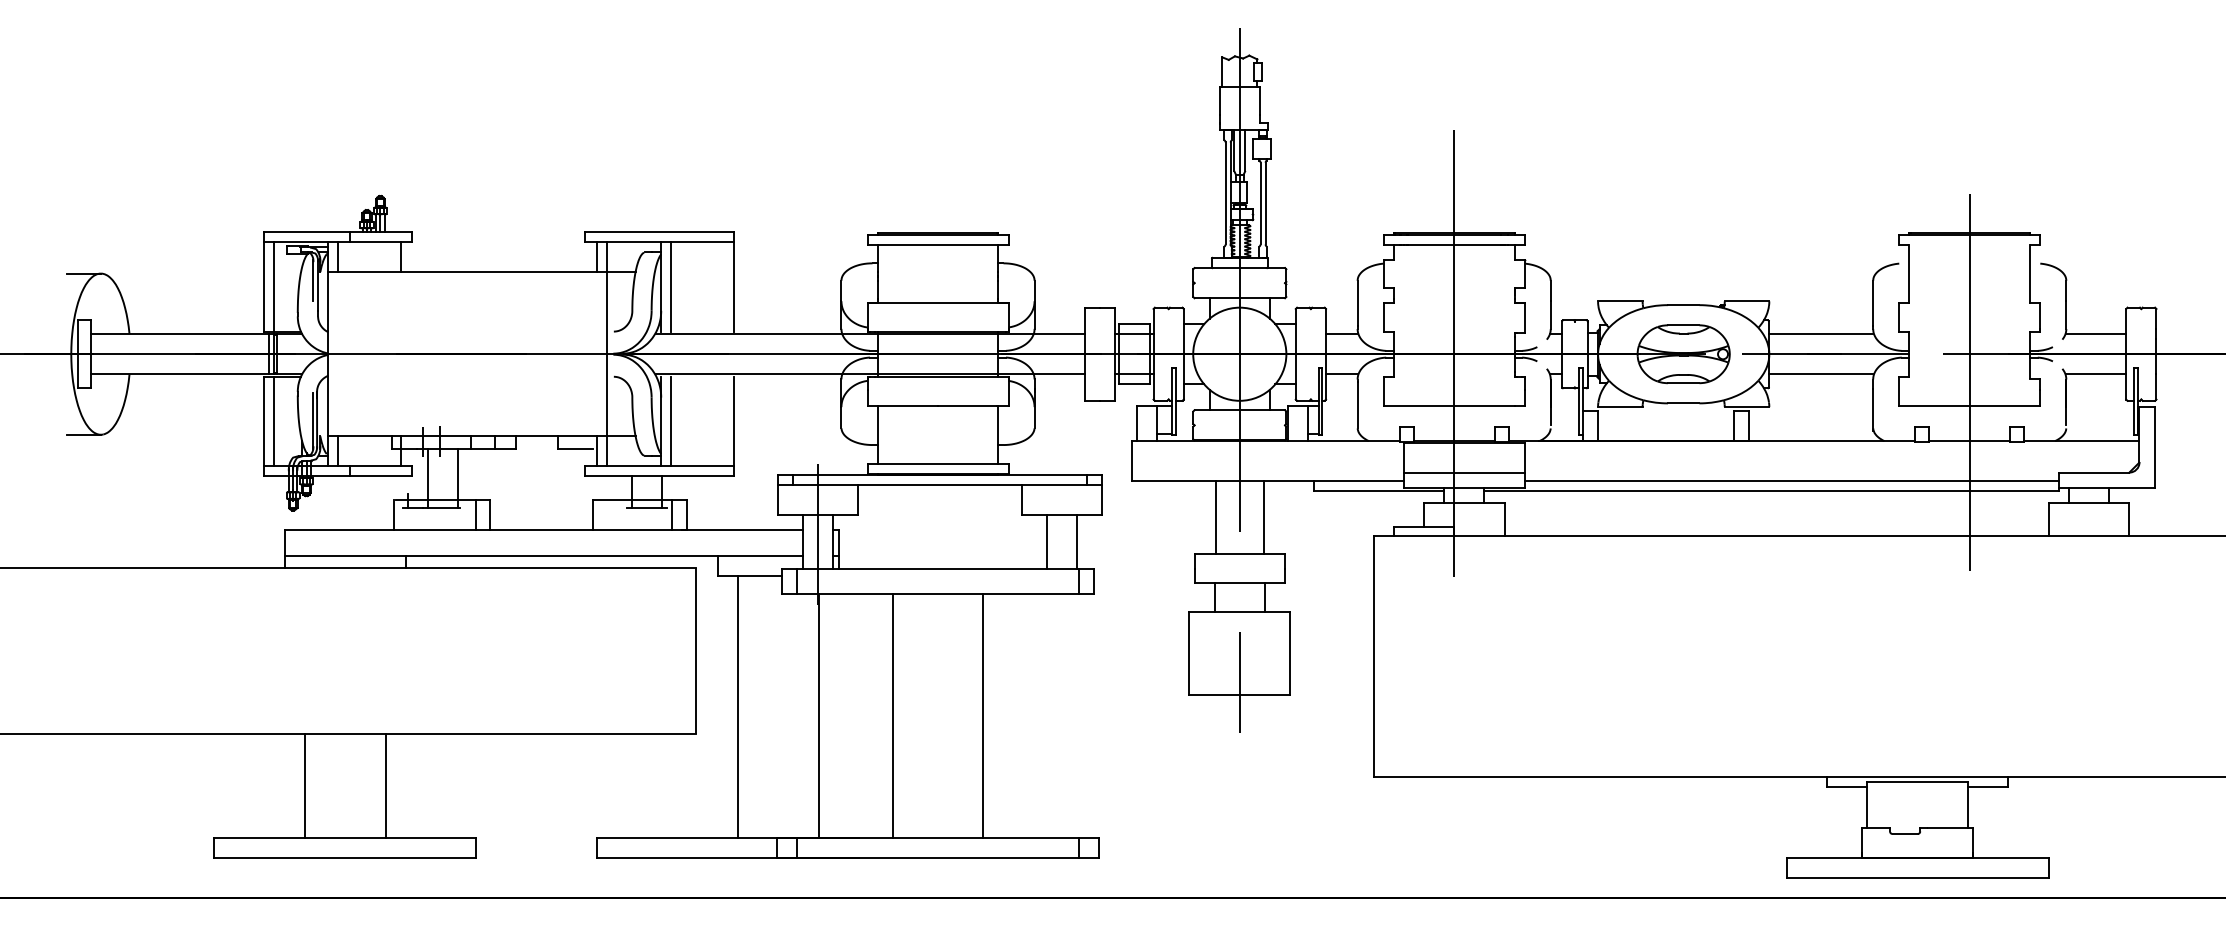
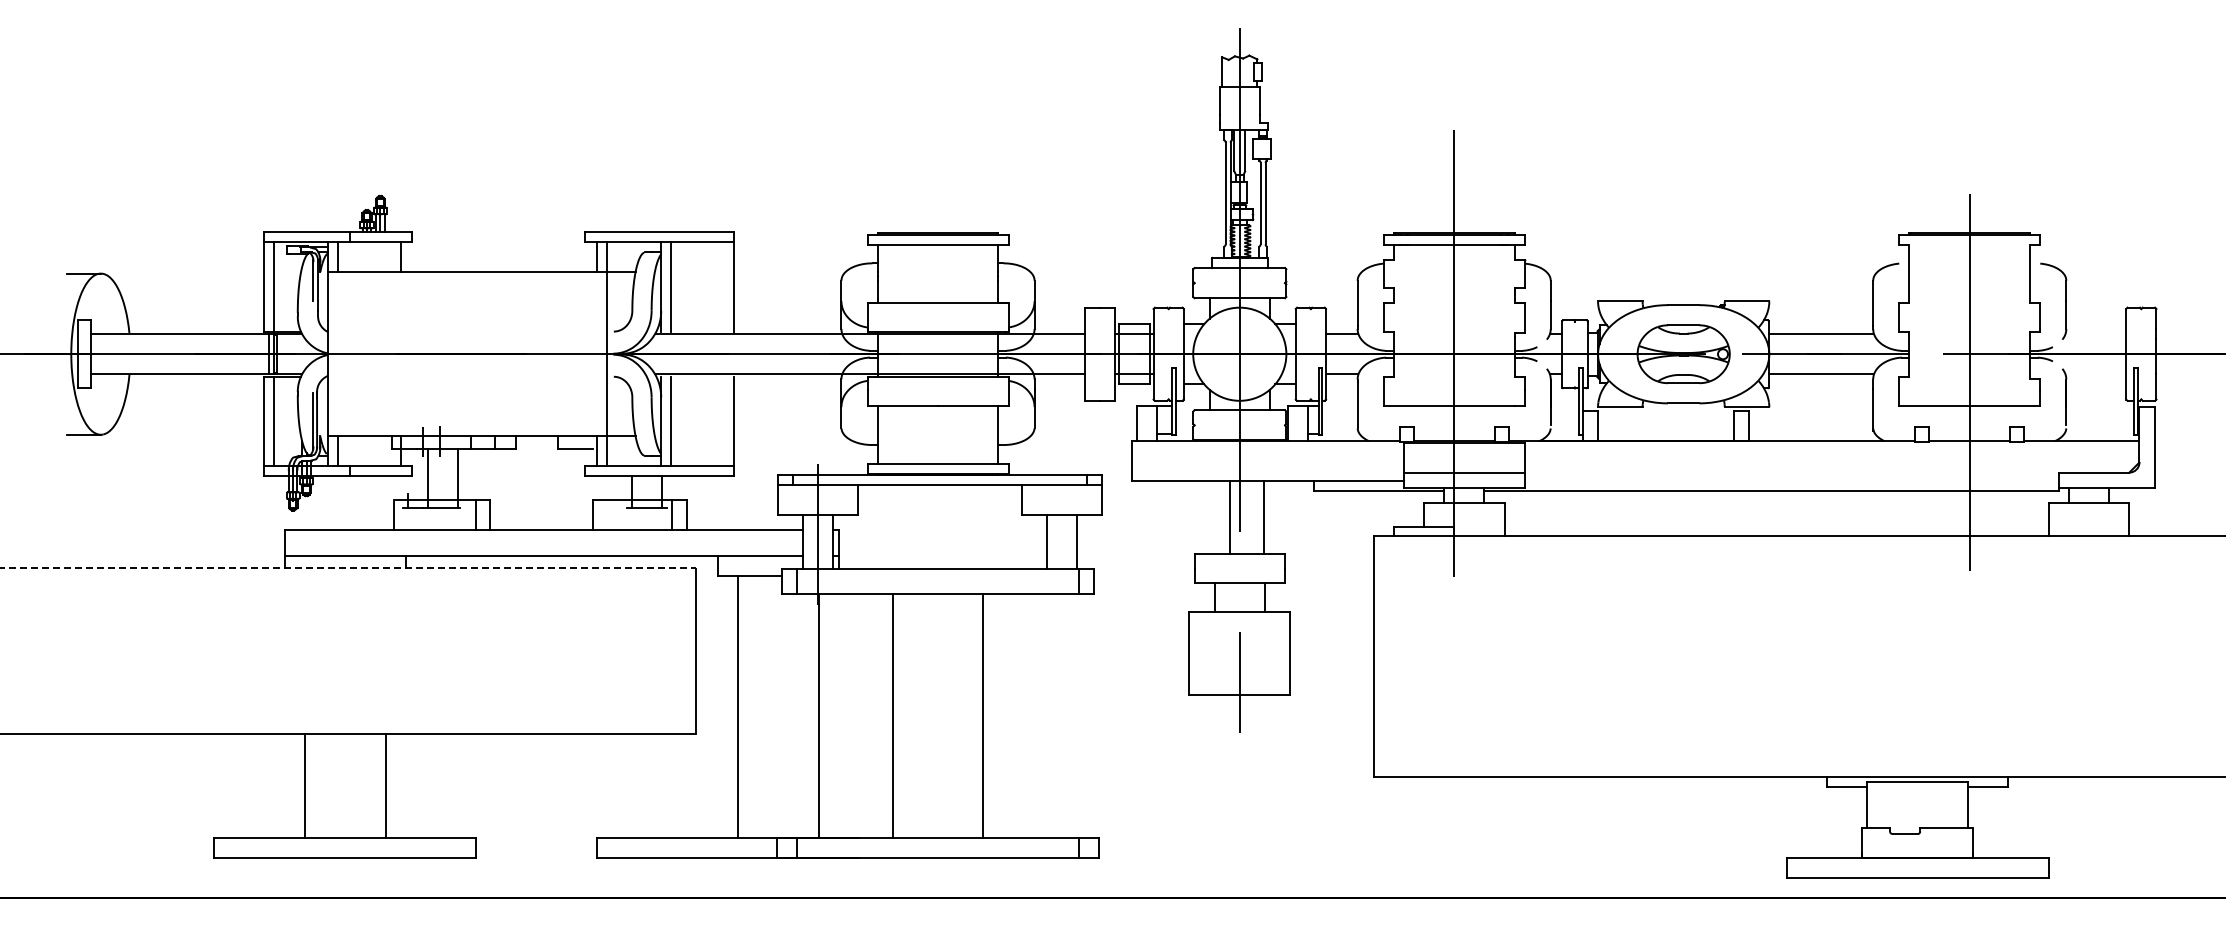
line at (2095, 334): present -> none
line at (2095, 374): present -> none
line at (1791, 481): present -> none
line at (1215, 517) position: (1215, 517) -> (1229, 517)
line at (348, 568): solid -> dashed
